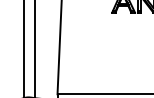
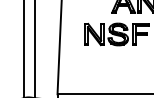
part at (116, 34): none -> present
